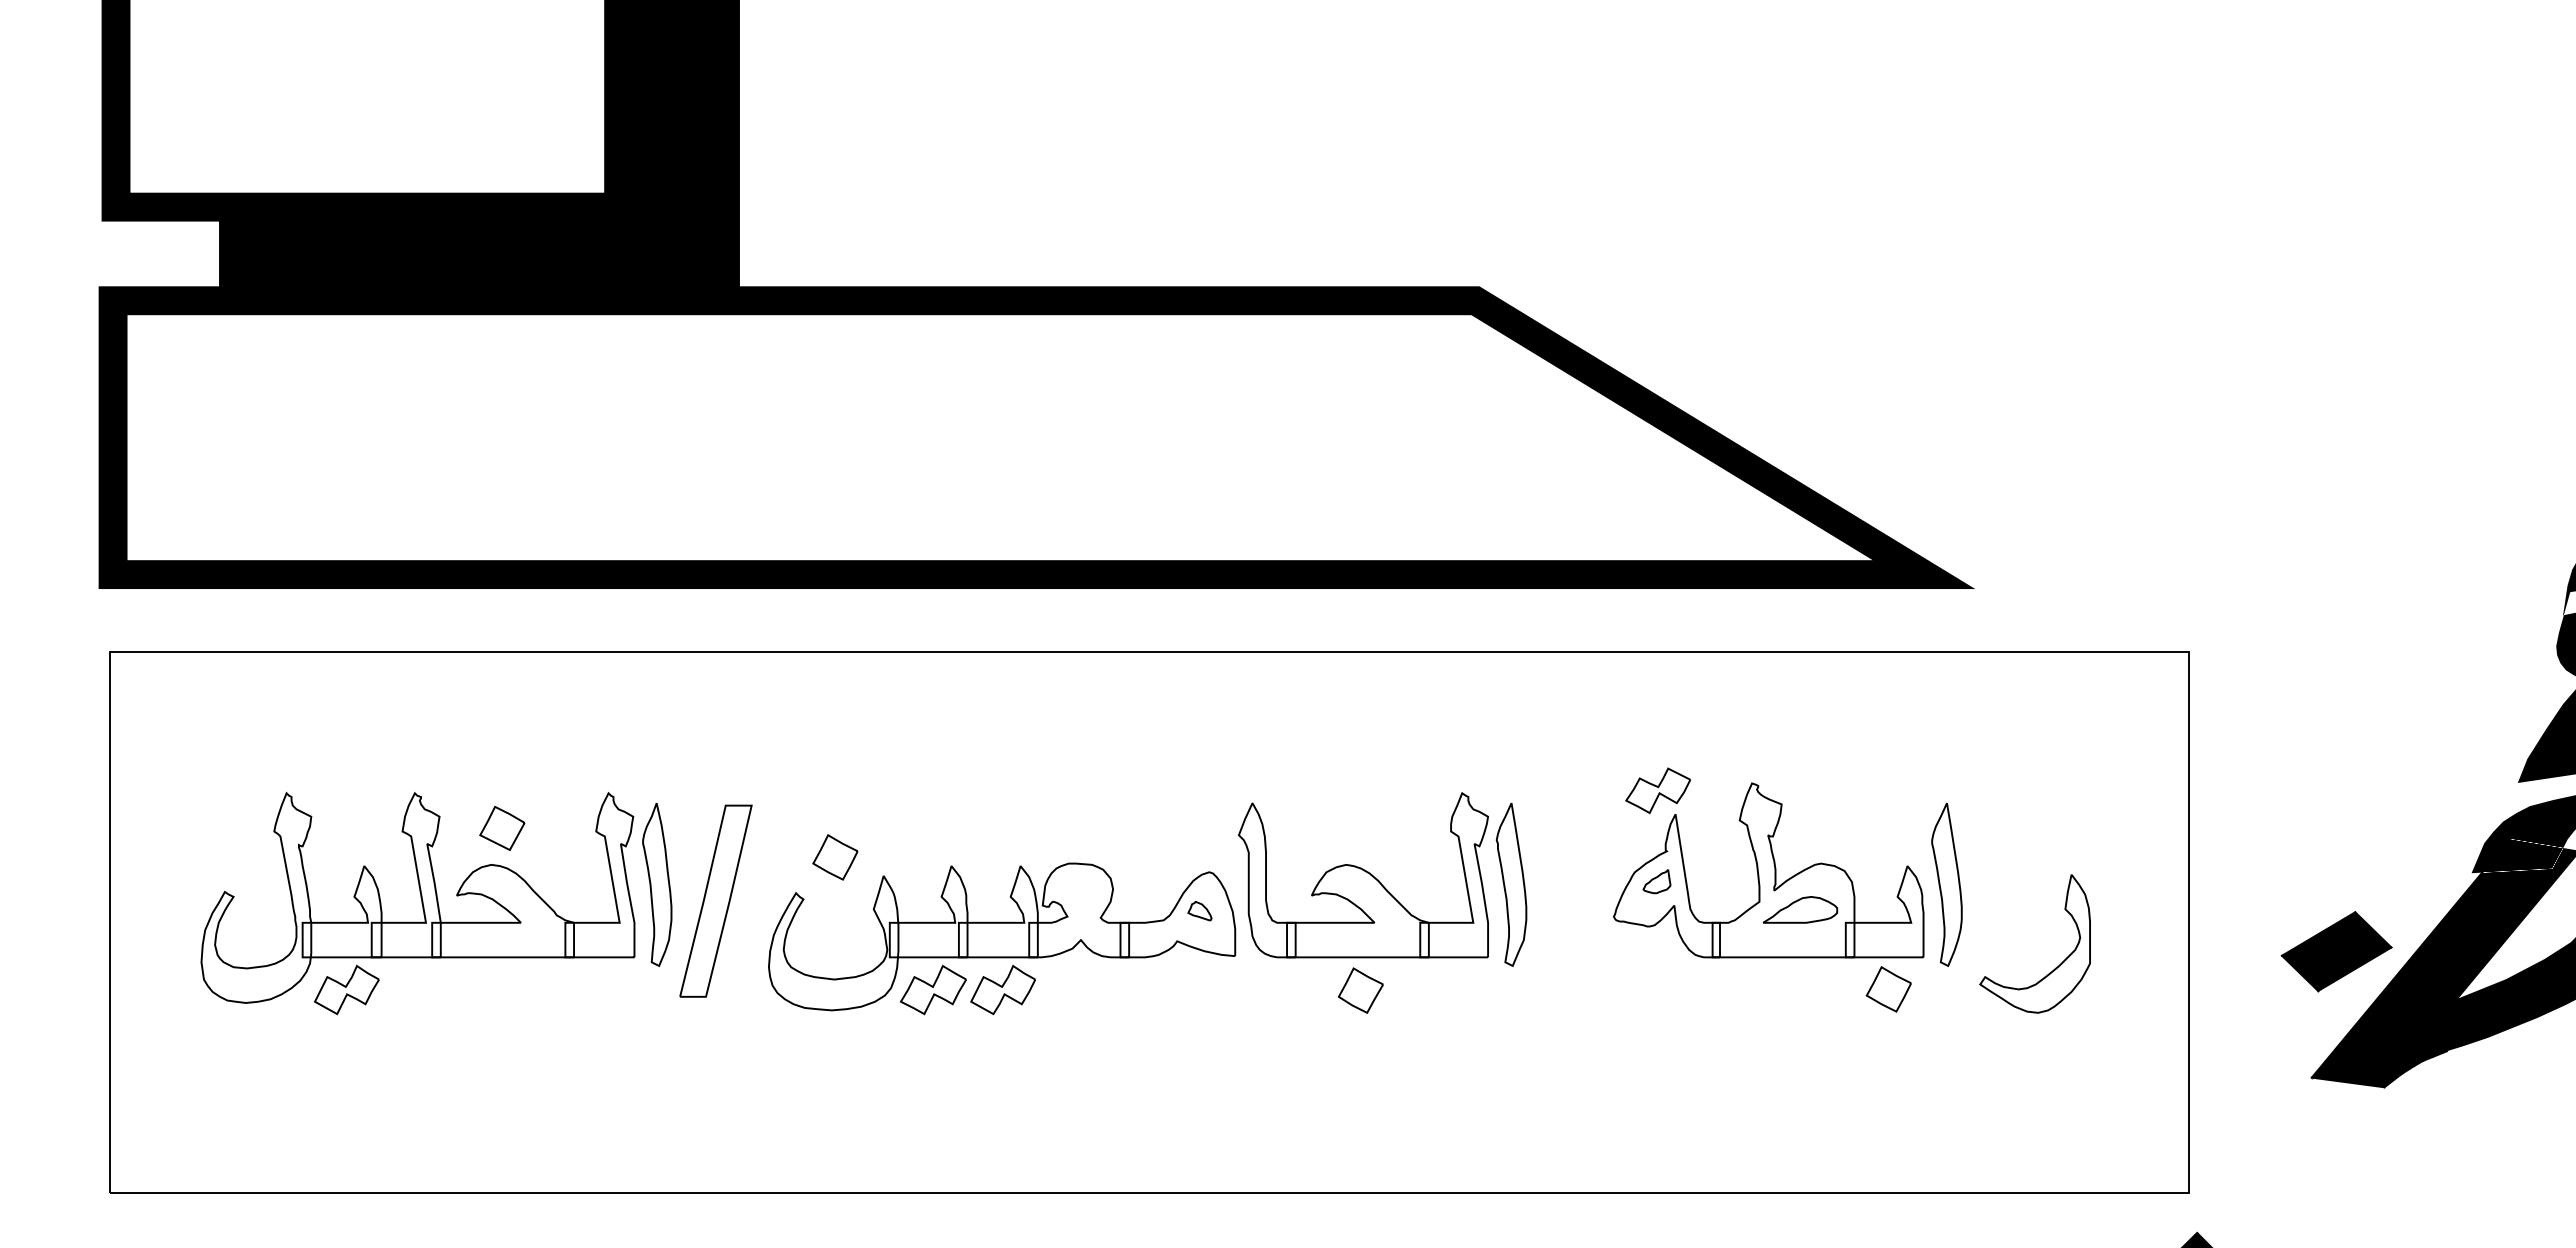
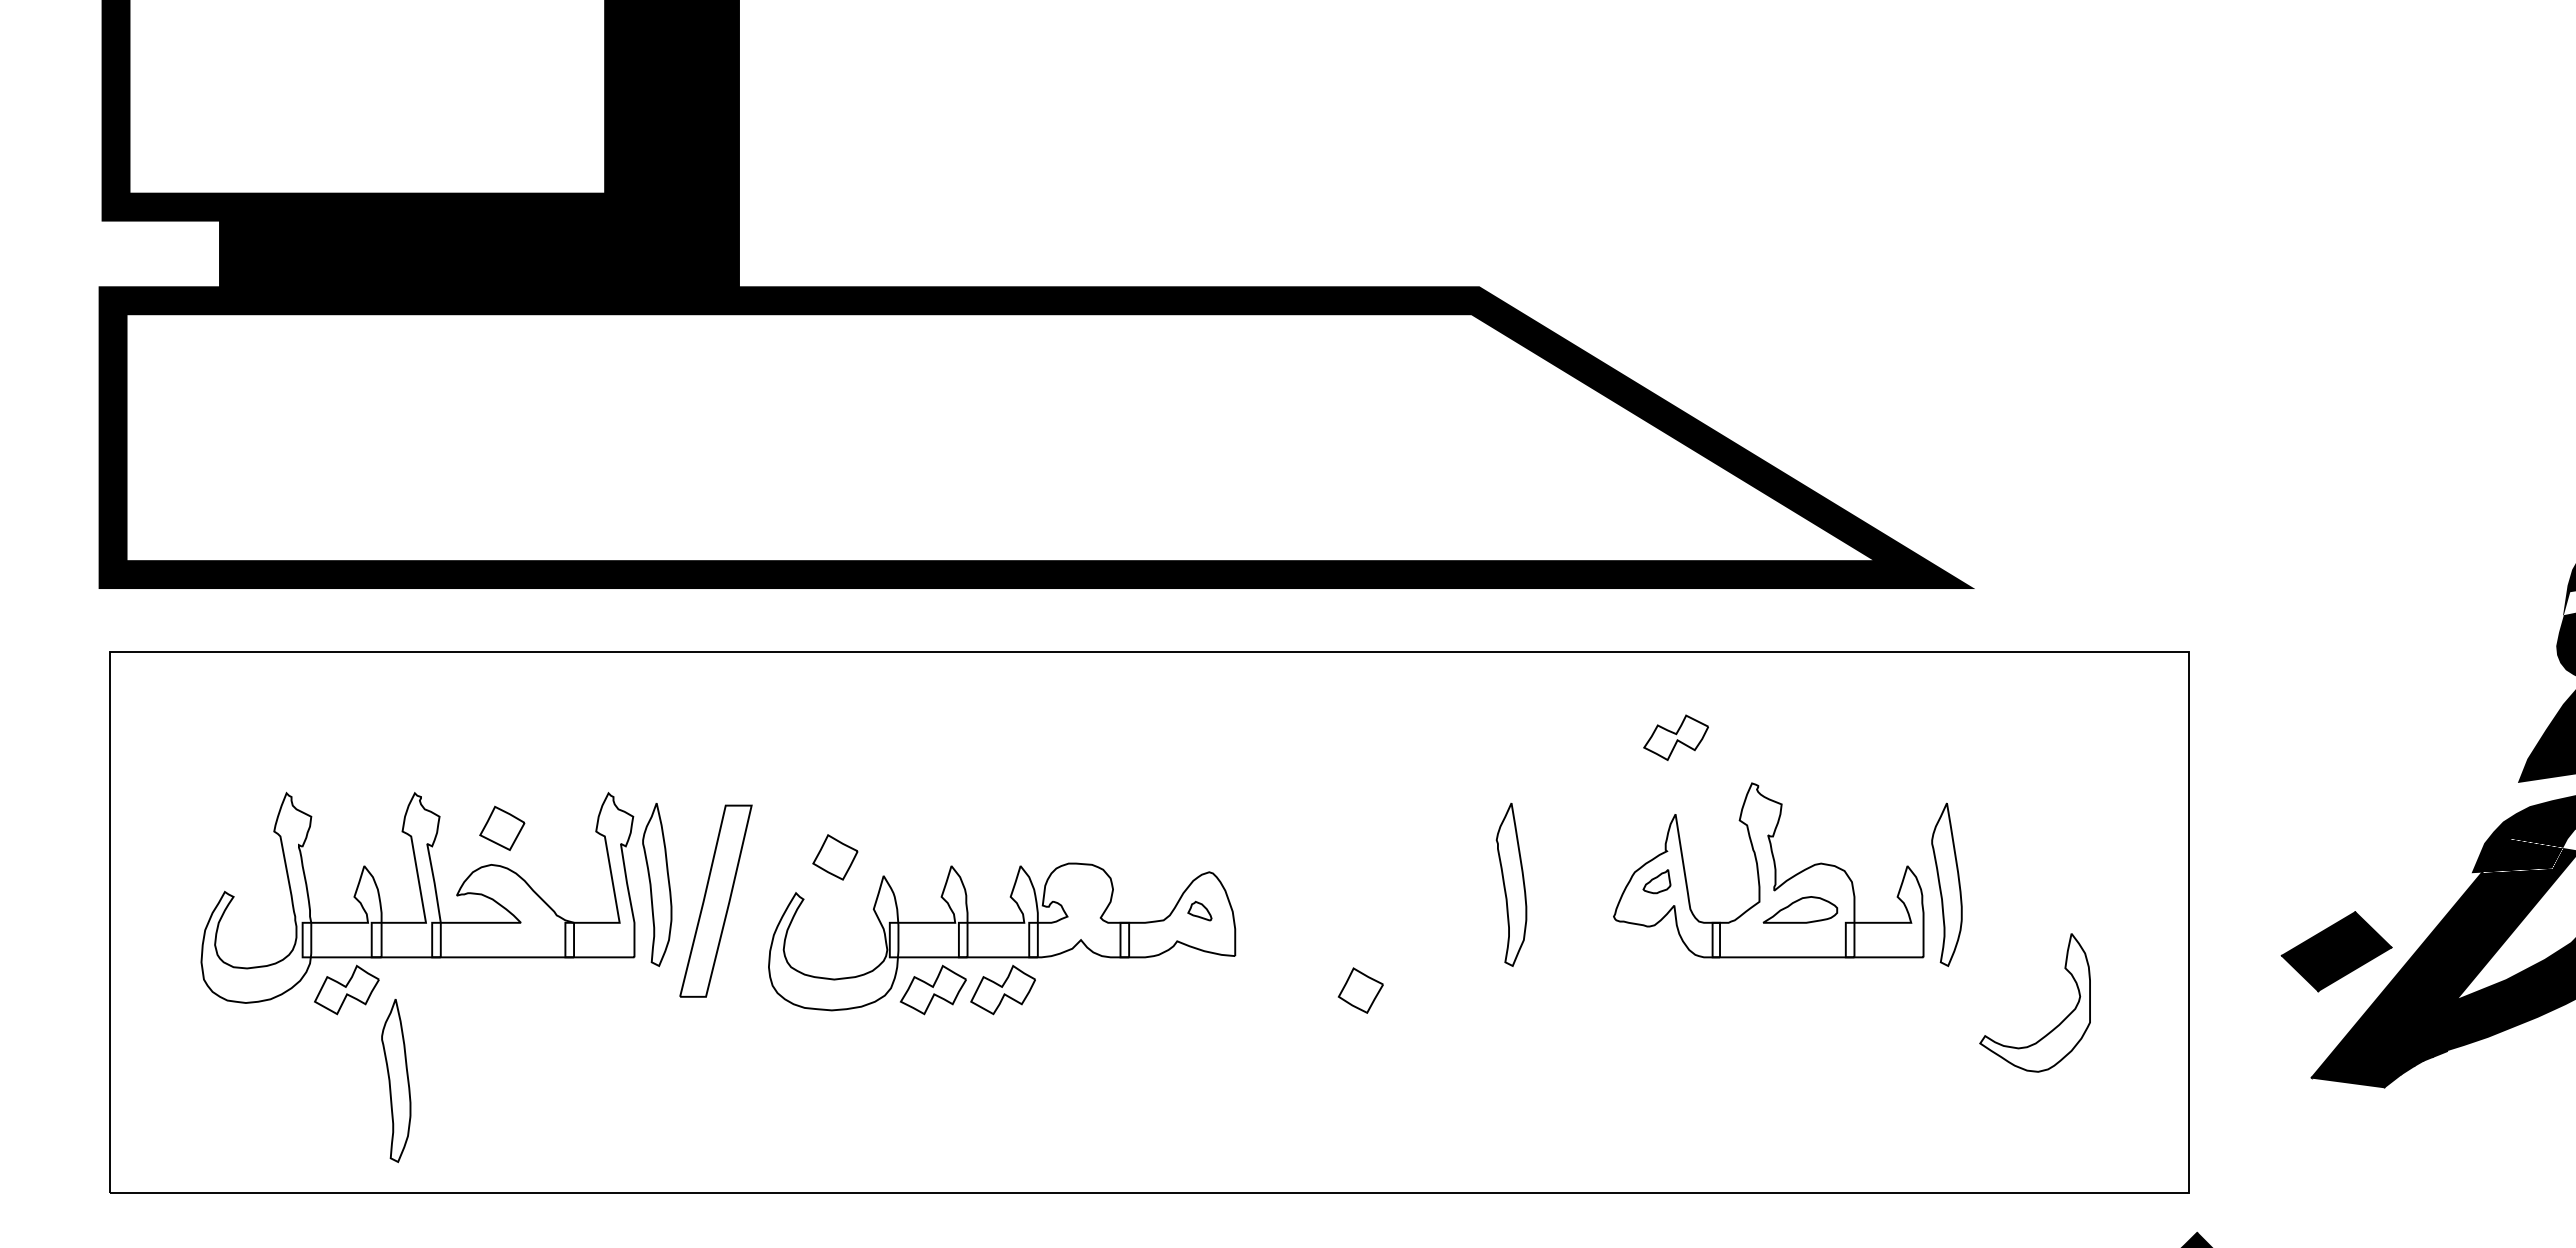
part at (1657, 790) position: (1657, 790) -> (1675, 737)
part at (1363, 875): present -> none
part at (2055, 967) position: (2055, 967) -> (2055, 1026)
part at (1888, 989): present -> none
part at (396, 1080): none -> present
